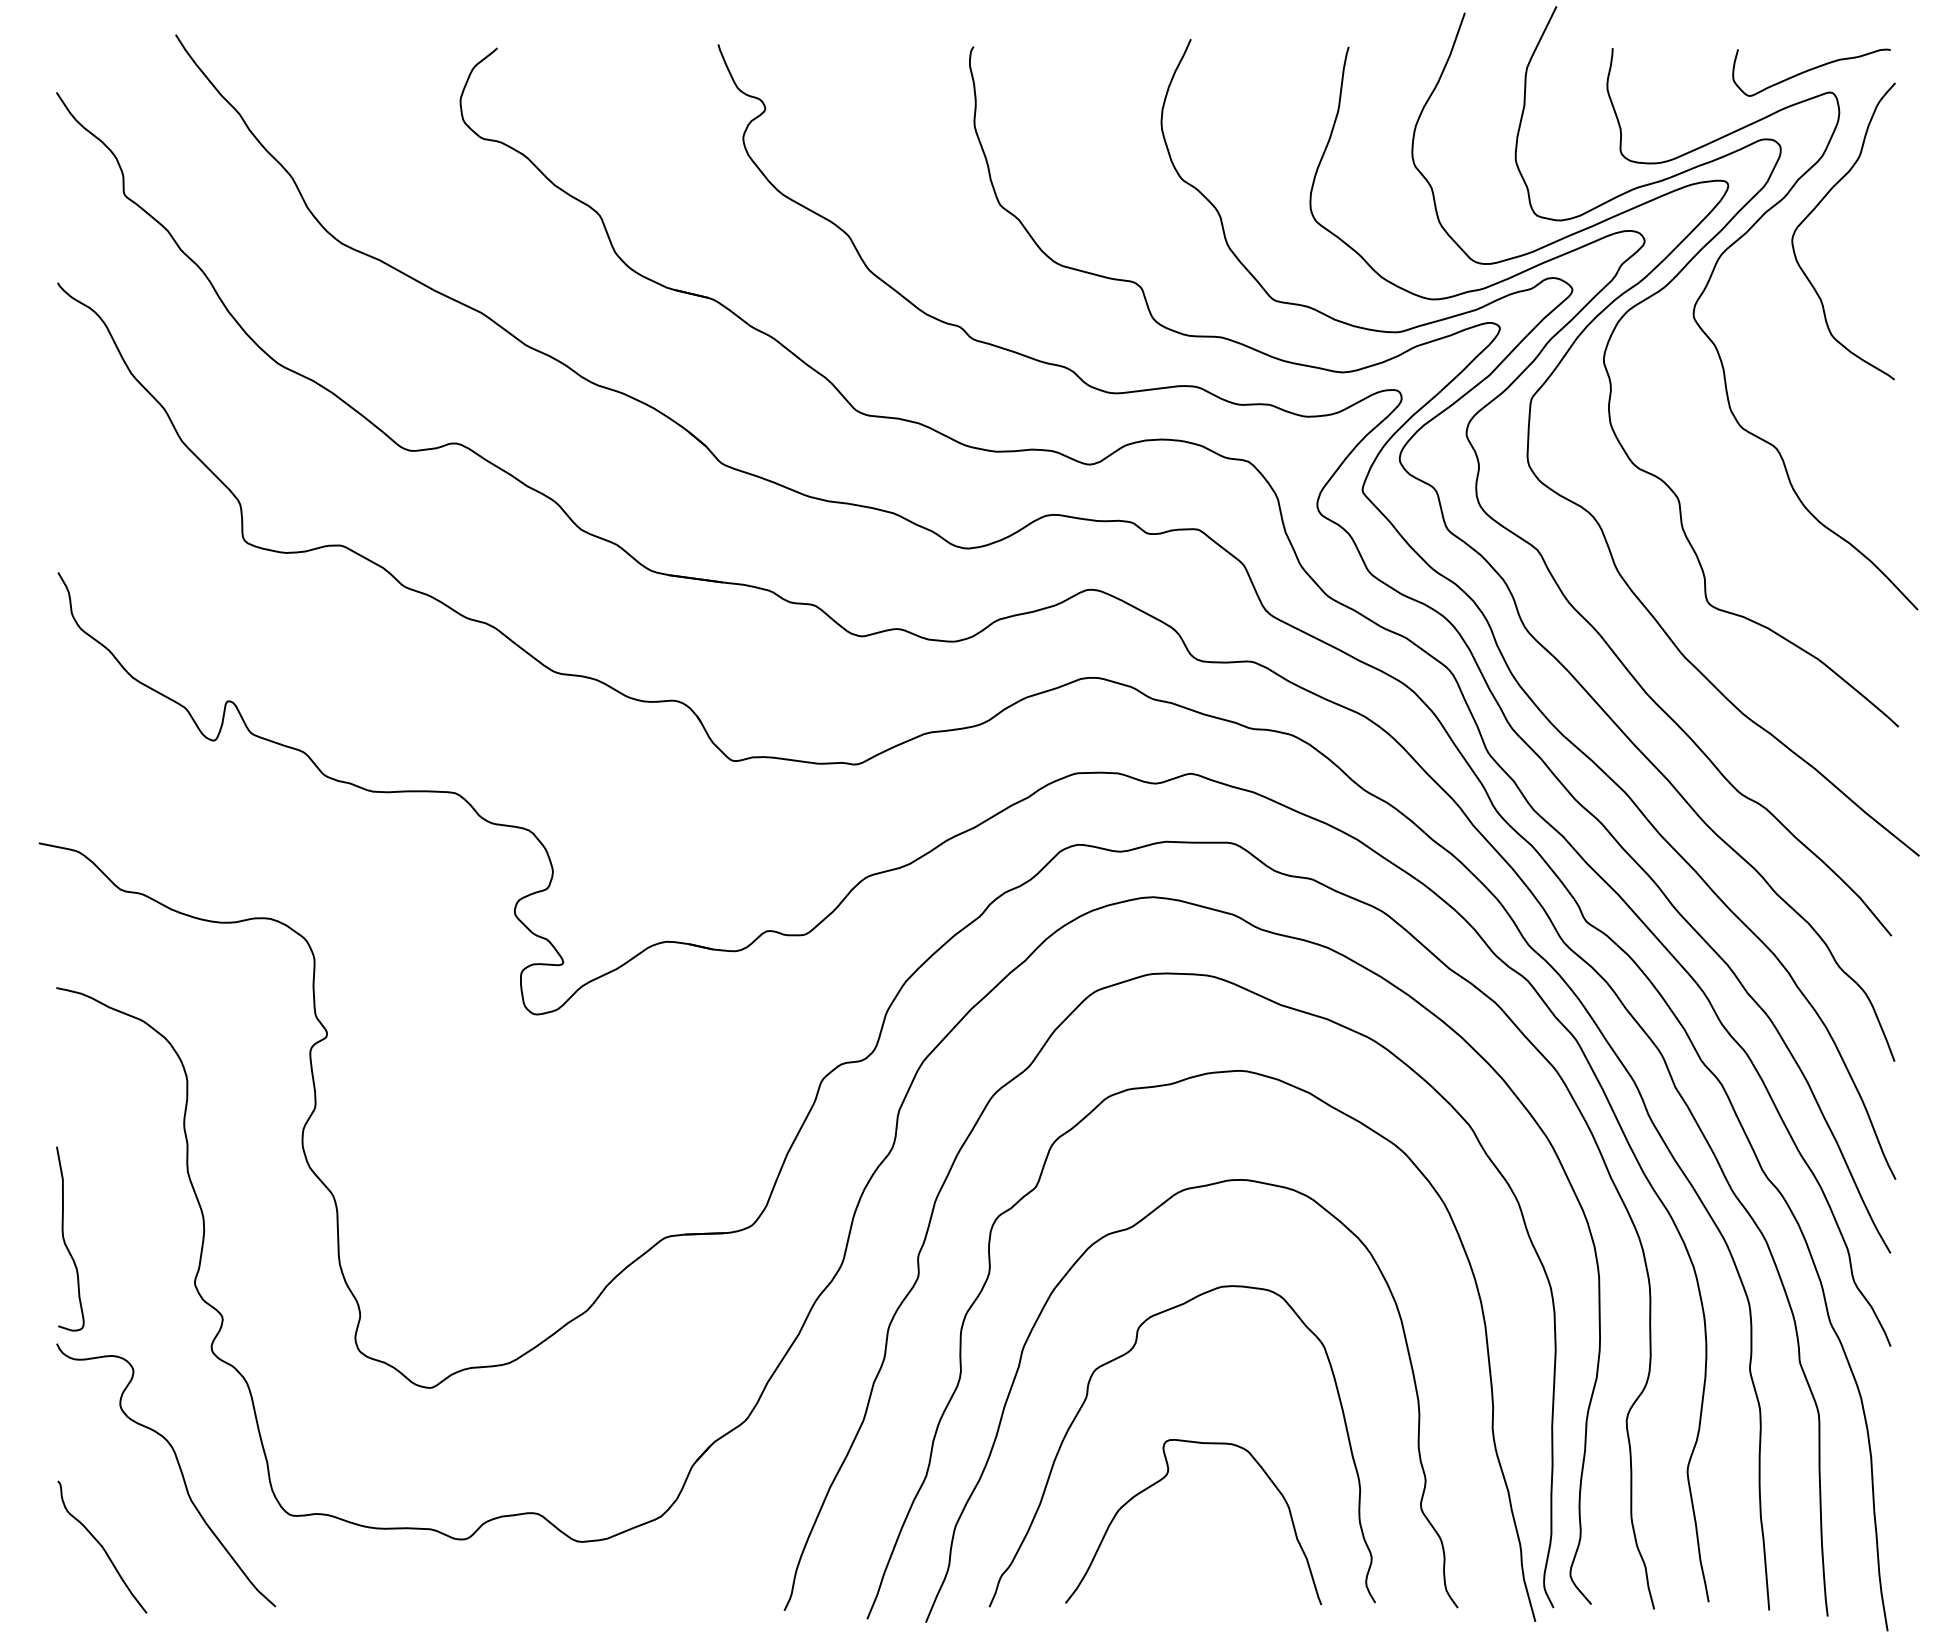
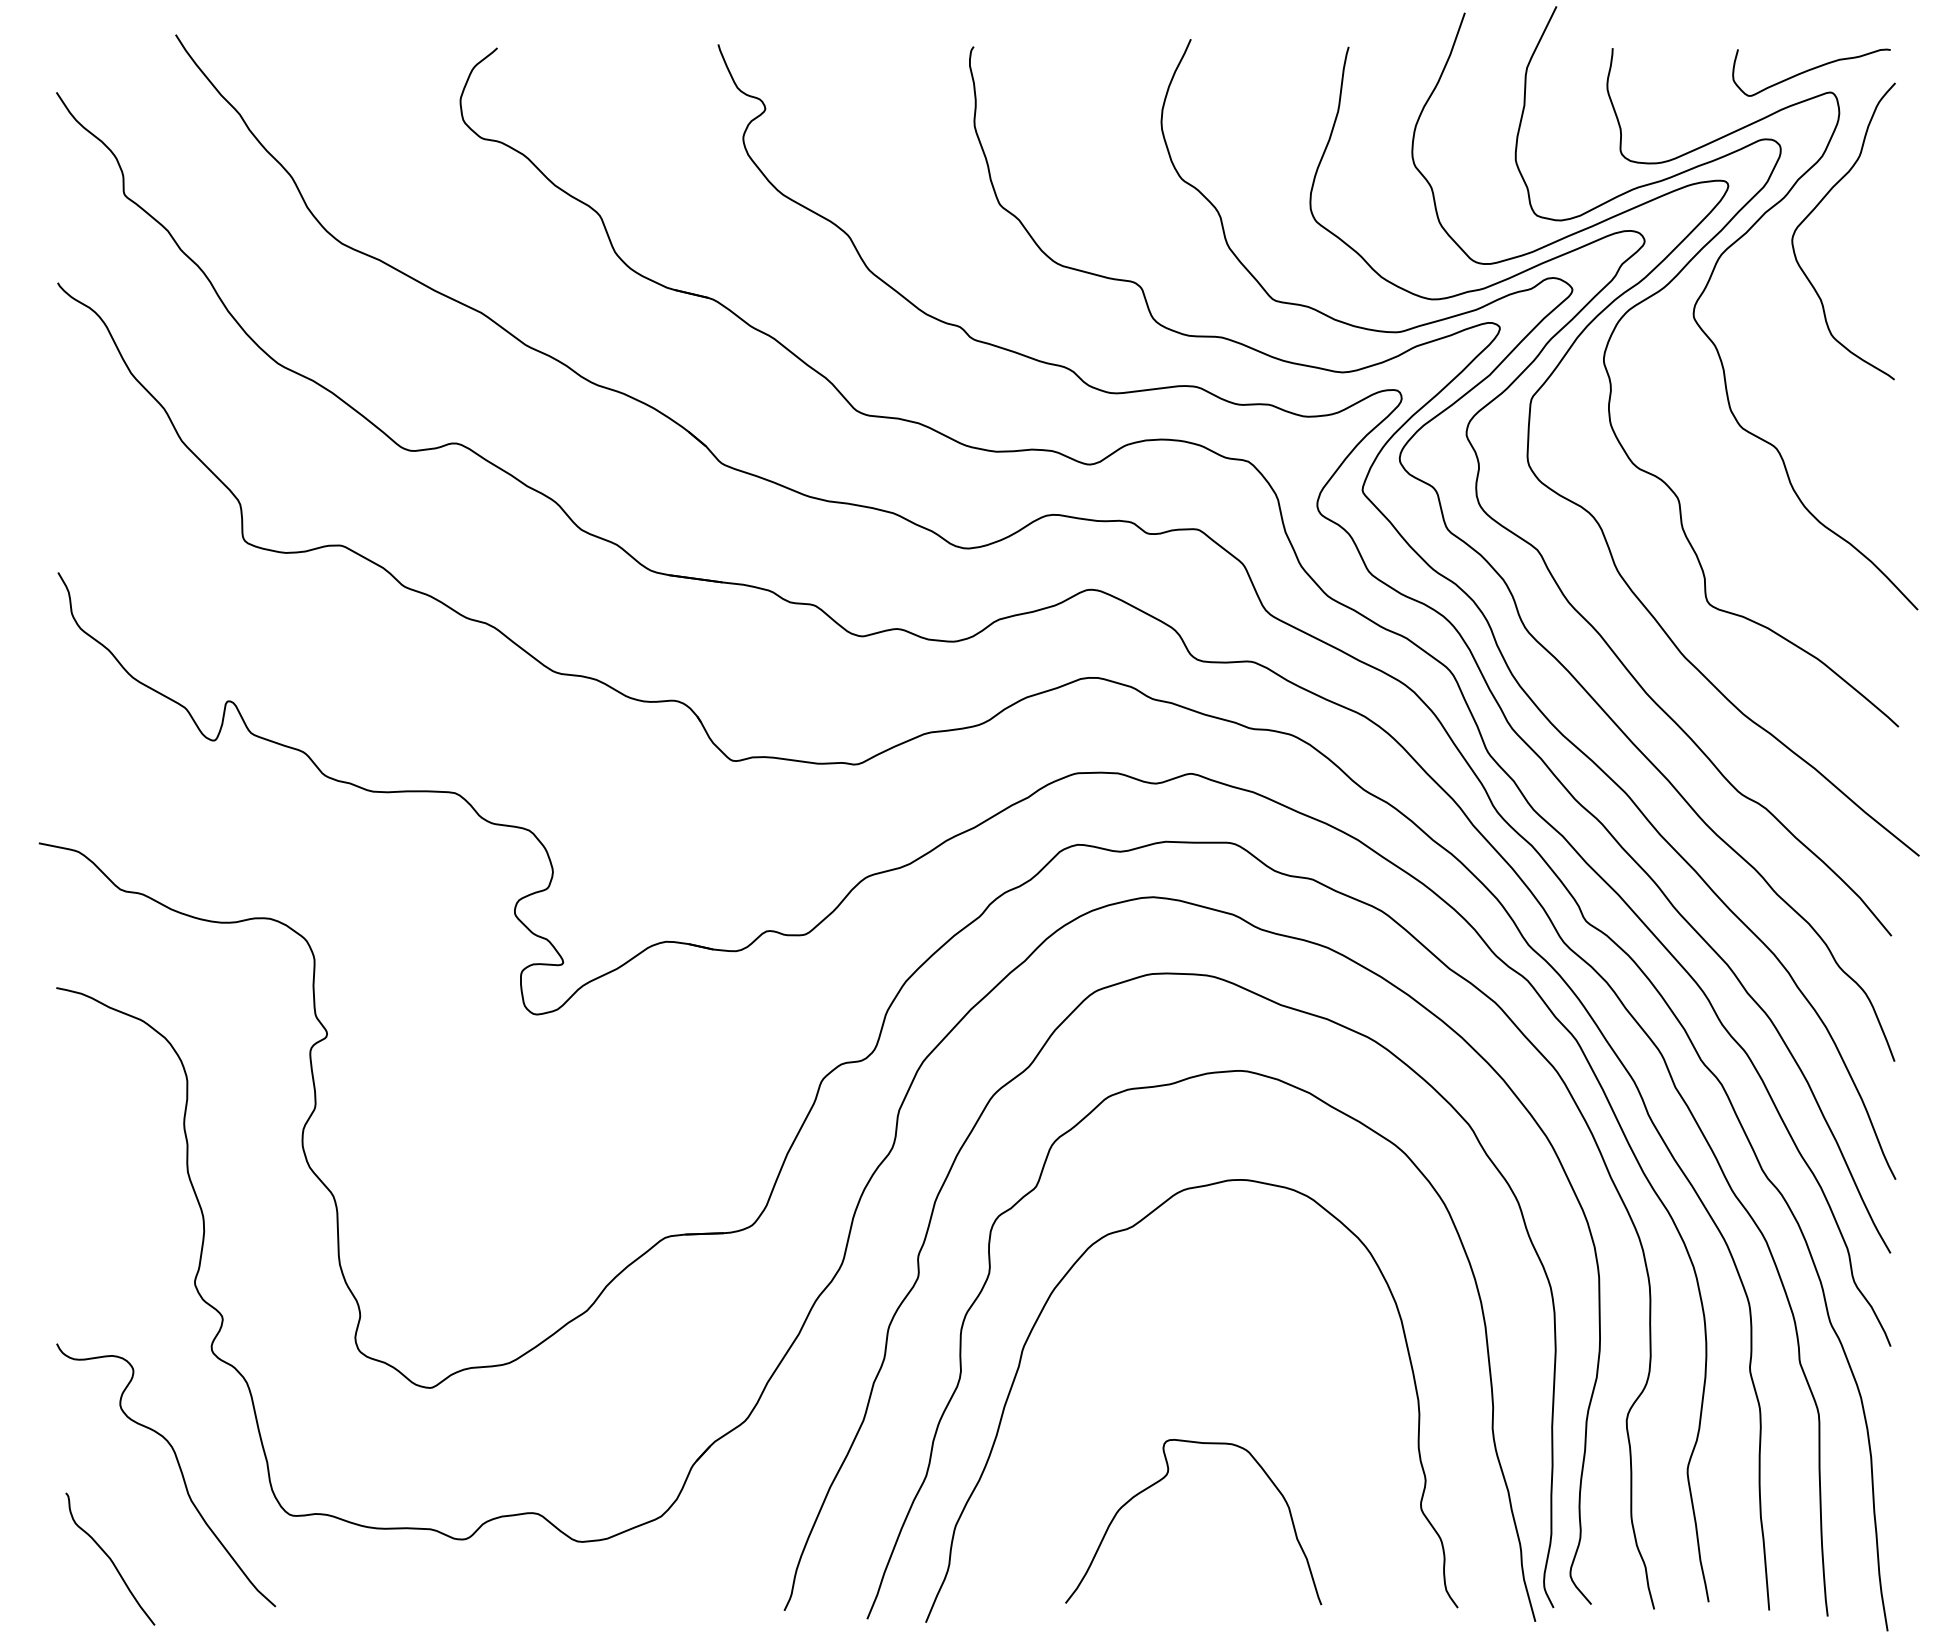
curve at (65, 1241): present -> none
curve at (1086, 1399): present -> none
curve at (102, 1546) position: (102, 1546) -> (110, 1558)
